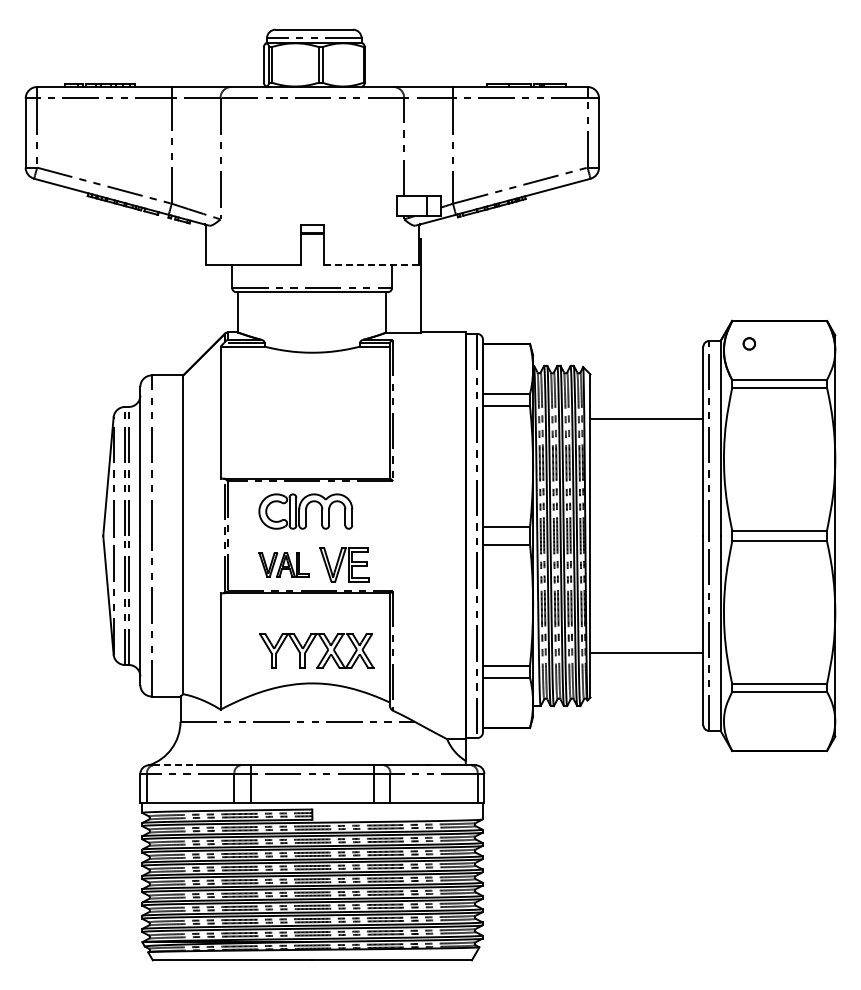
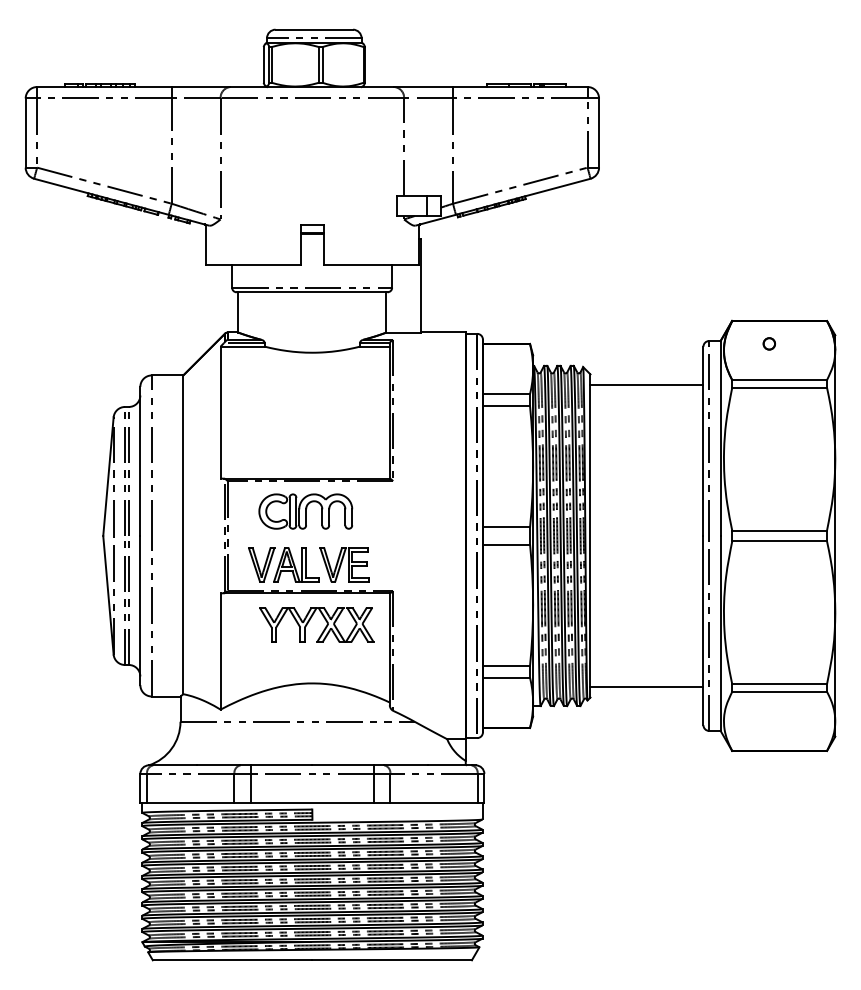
line at (371, 264): dashed -> solid
circle at (748, 343) position: (748, 343) -> (768, 343)
line at (646, 418) position: (646, 418) -> (646, 384)
part at (283, 564) size: 52x26 px -> 72x36 px
part at (310, 646) position: (310, 646) -> (310, 620)
line at (646, 653) position: (646, 653) -> (646, 687)
line at (174, 765): dashed -> solid
